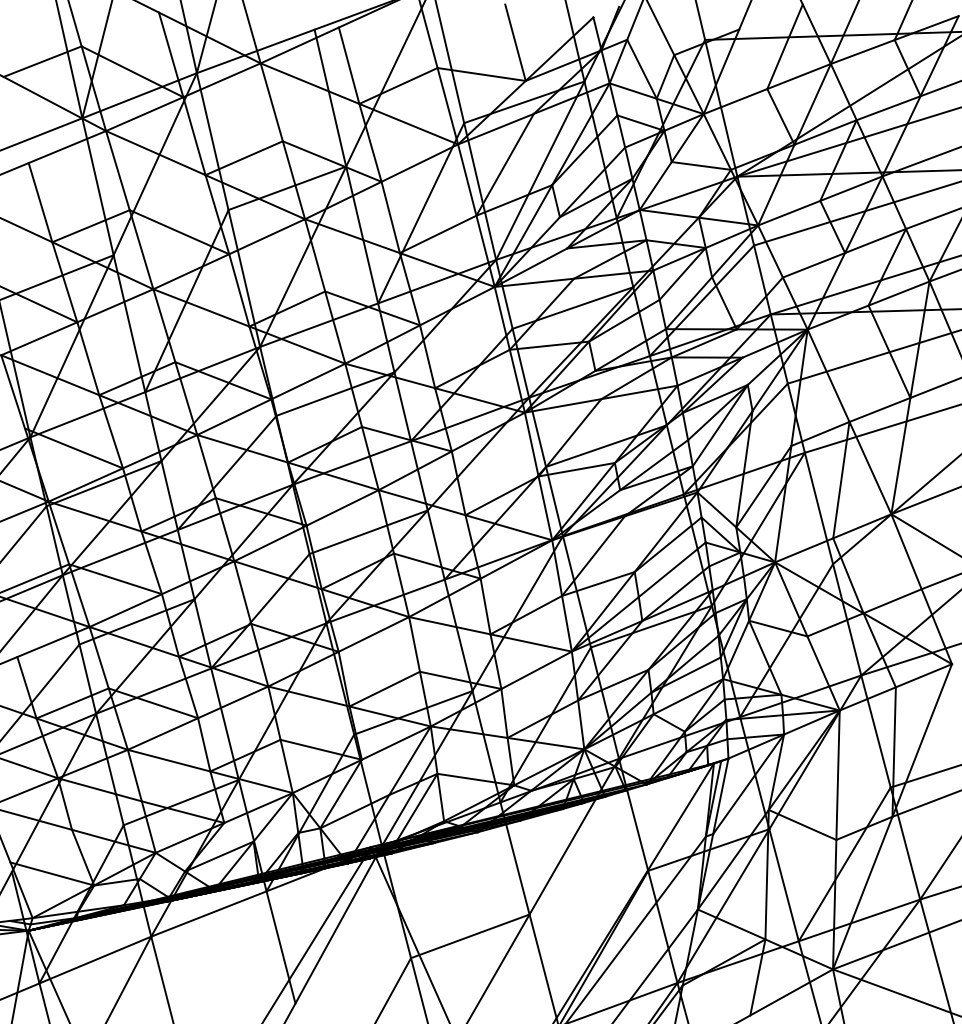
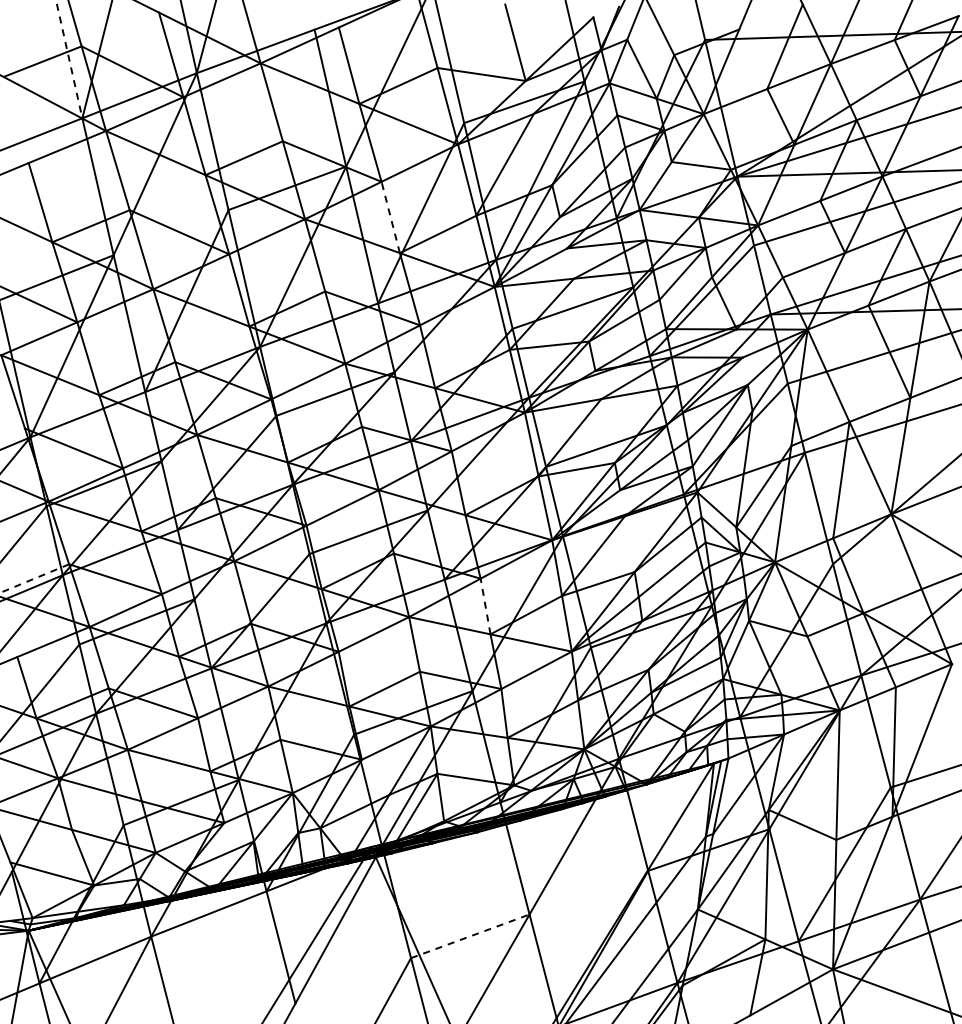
line at (69, 59): solid -> dashed
line at (390, 217): solid -> dashed
line at (34, 578): solid -> dashed
line at (485, 606): solid -> dashed
line at (470, 936): solid -> dashed
